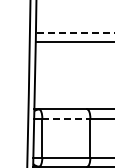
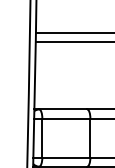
line at (74, 32): dashed -> solid
line at (66, 118): dashed -> solid
